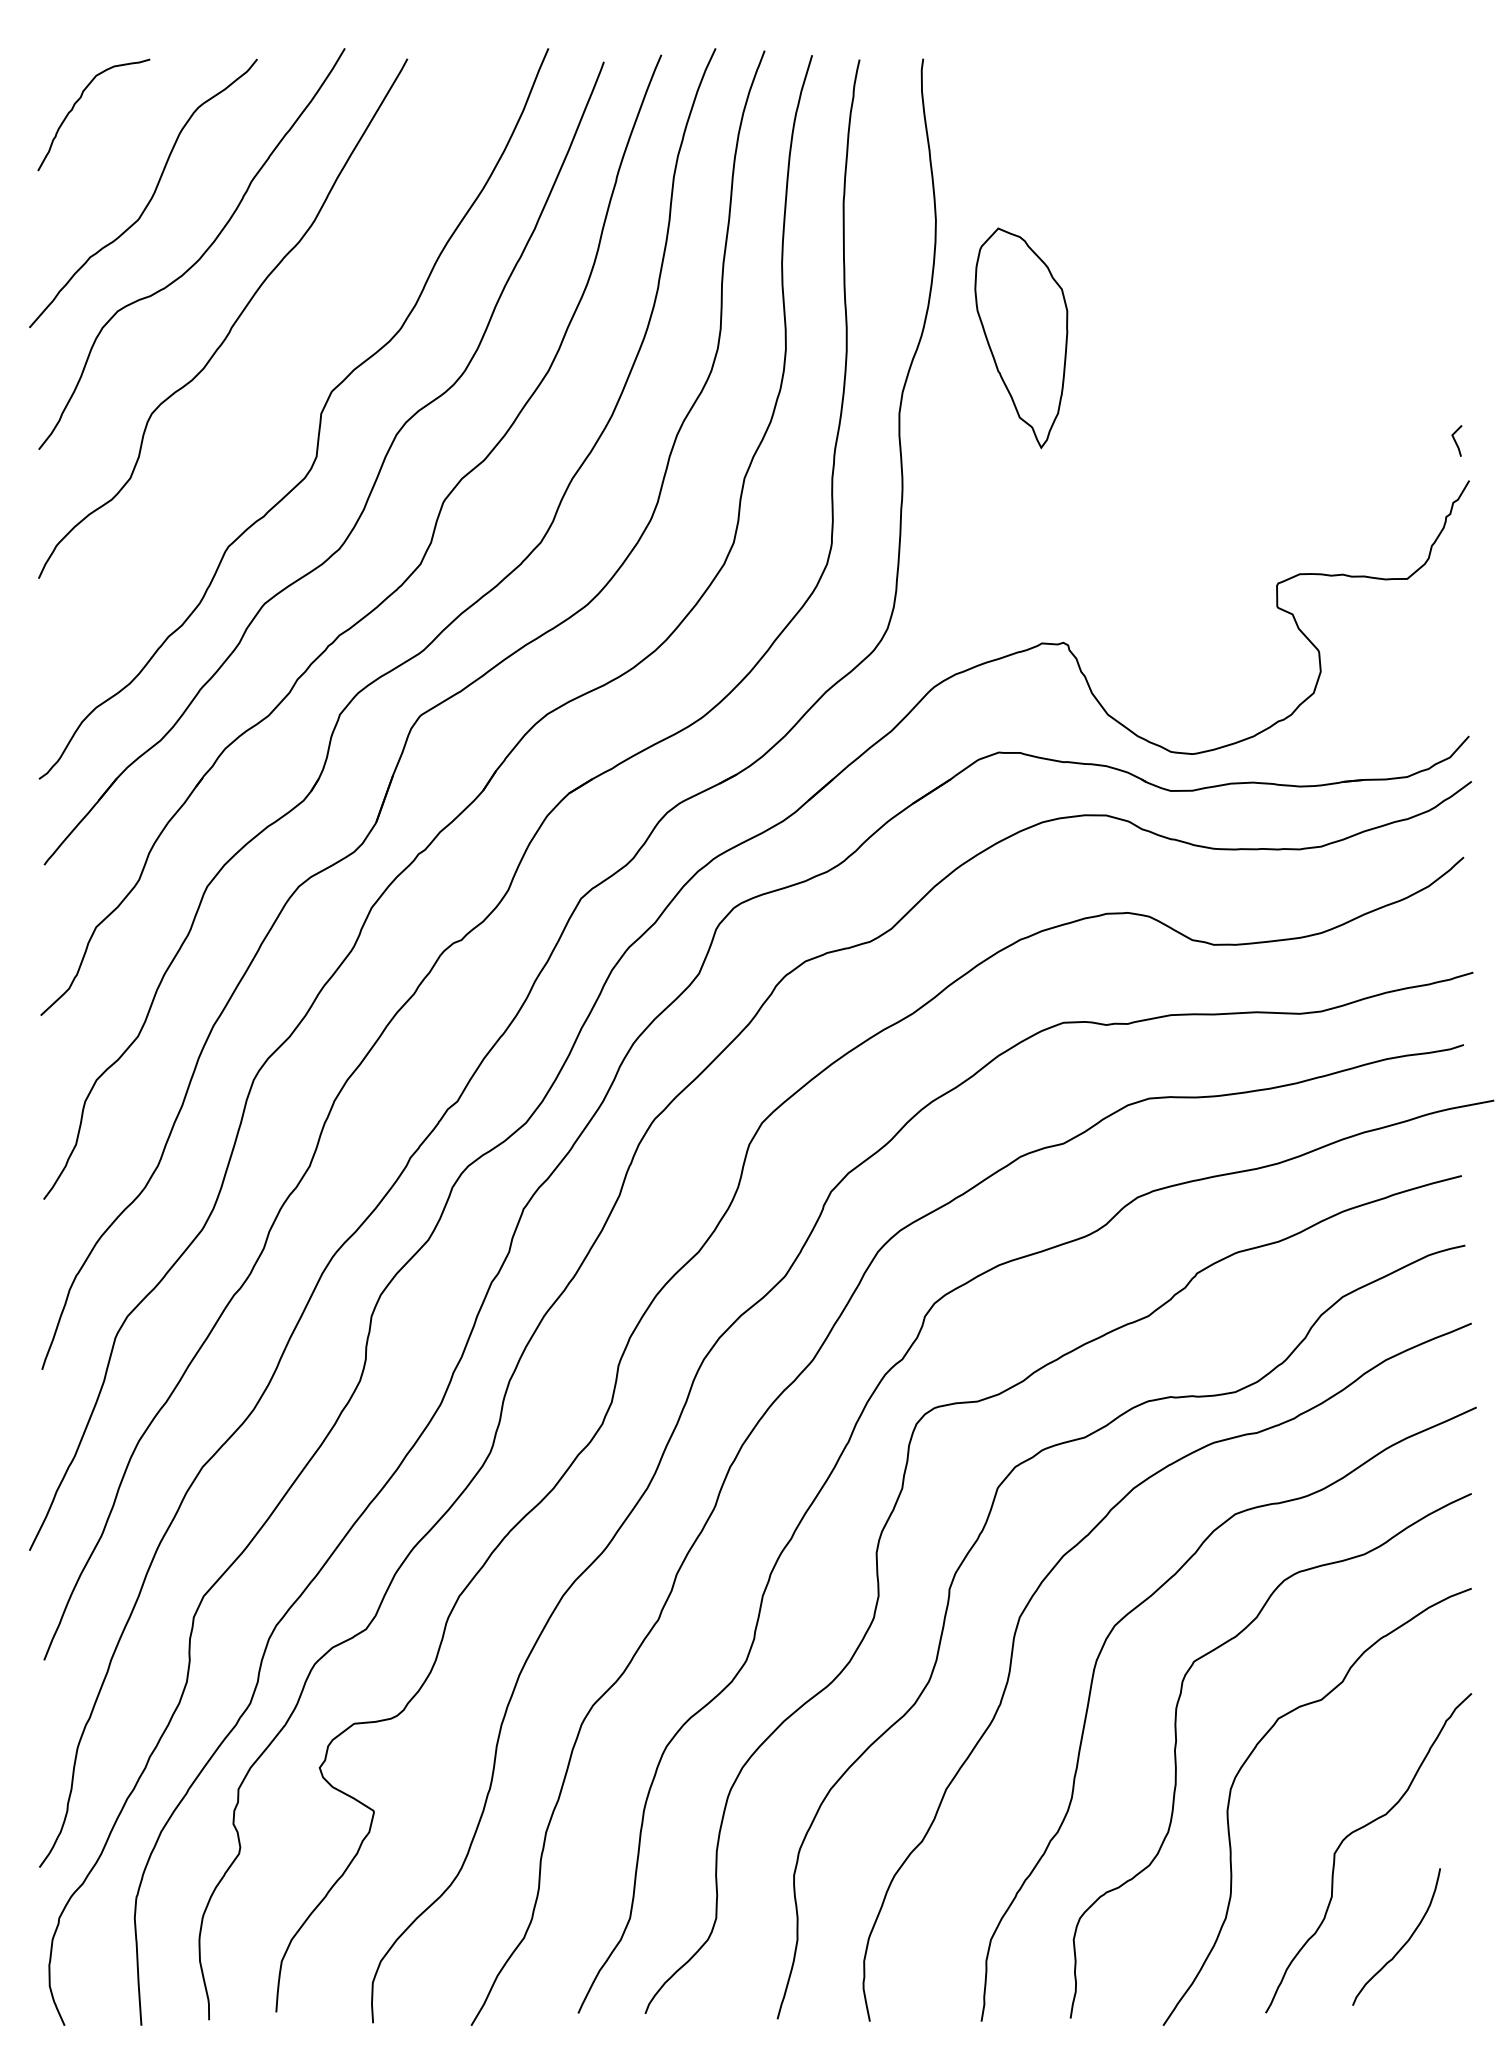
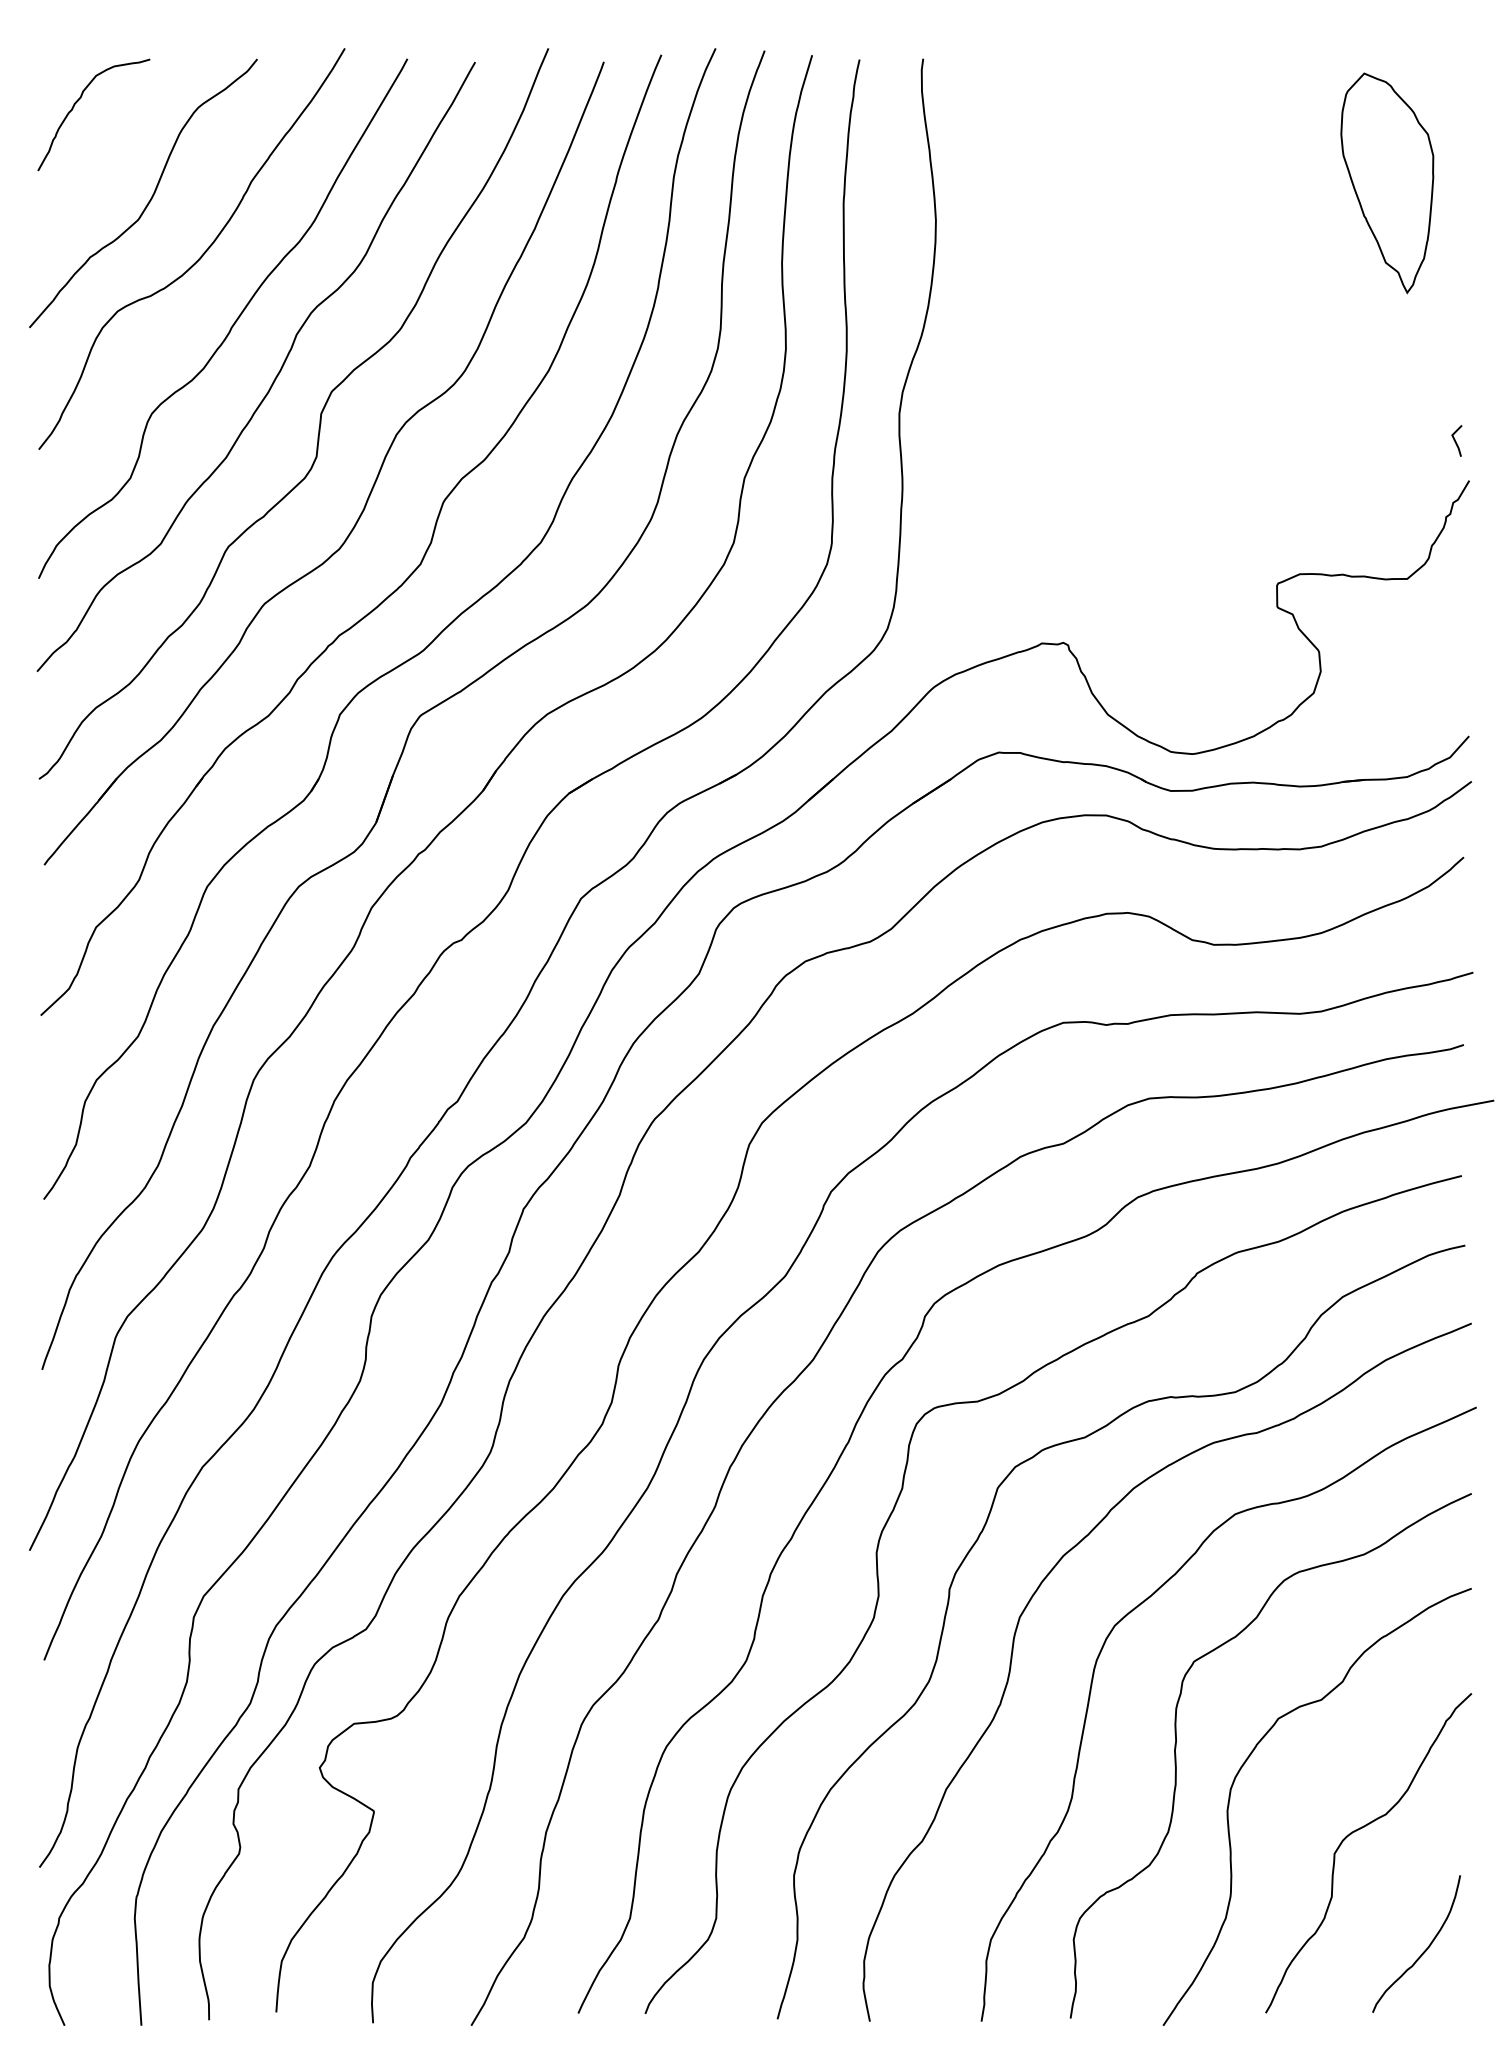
part at (1021, 338) position: (1021, 338) -> (1387, 183)
curve at (275, 376): none -> present
curve at (1404, 1943) position: (1404, 1943) -> (1424, 1950)
